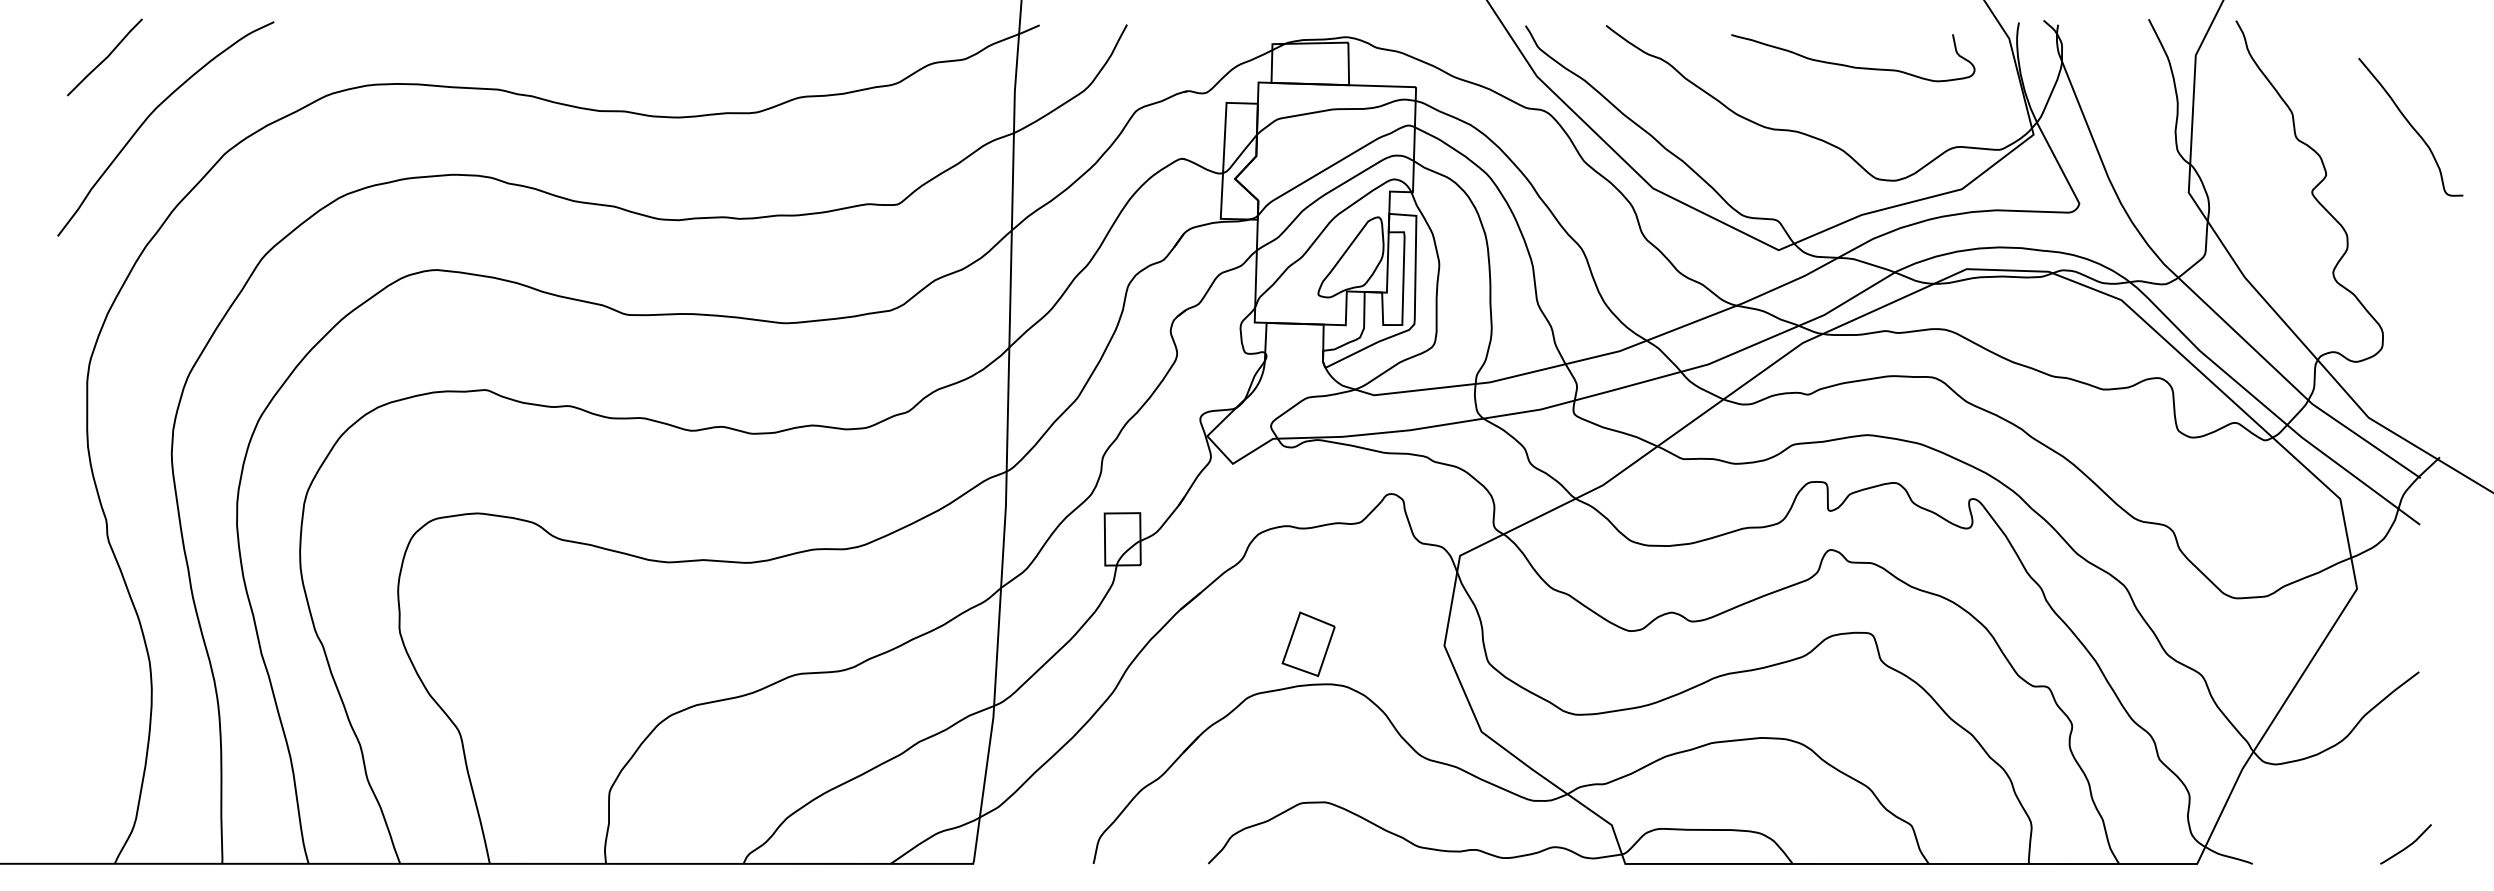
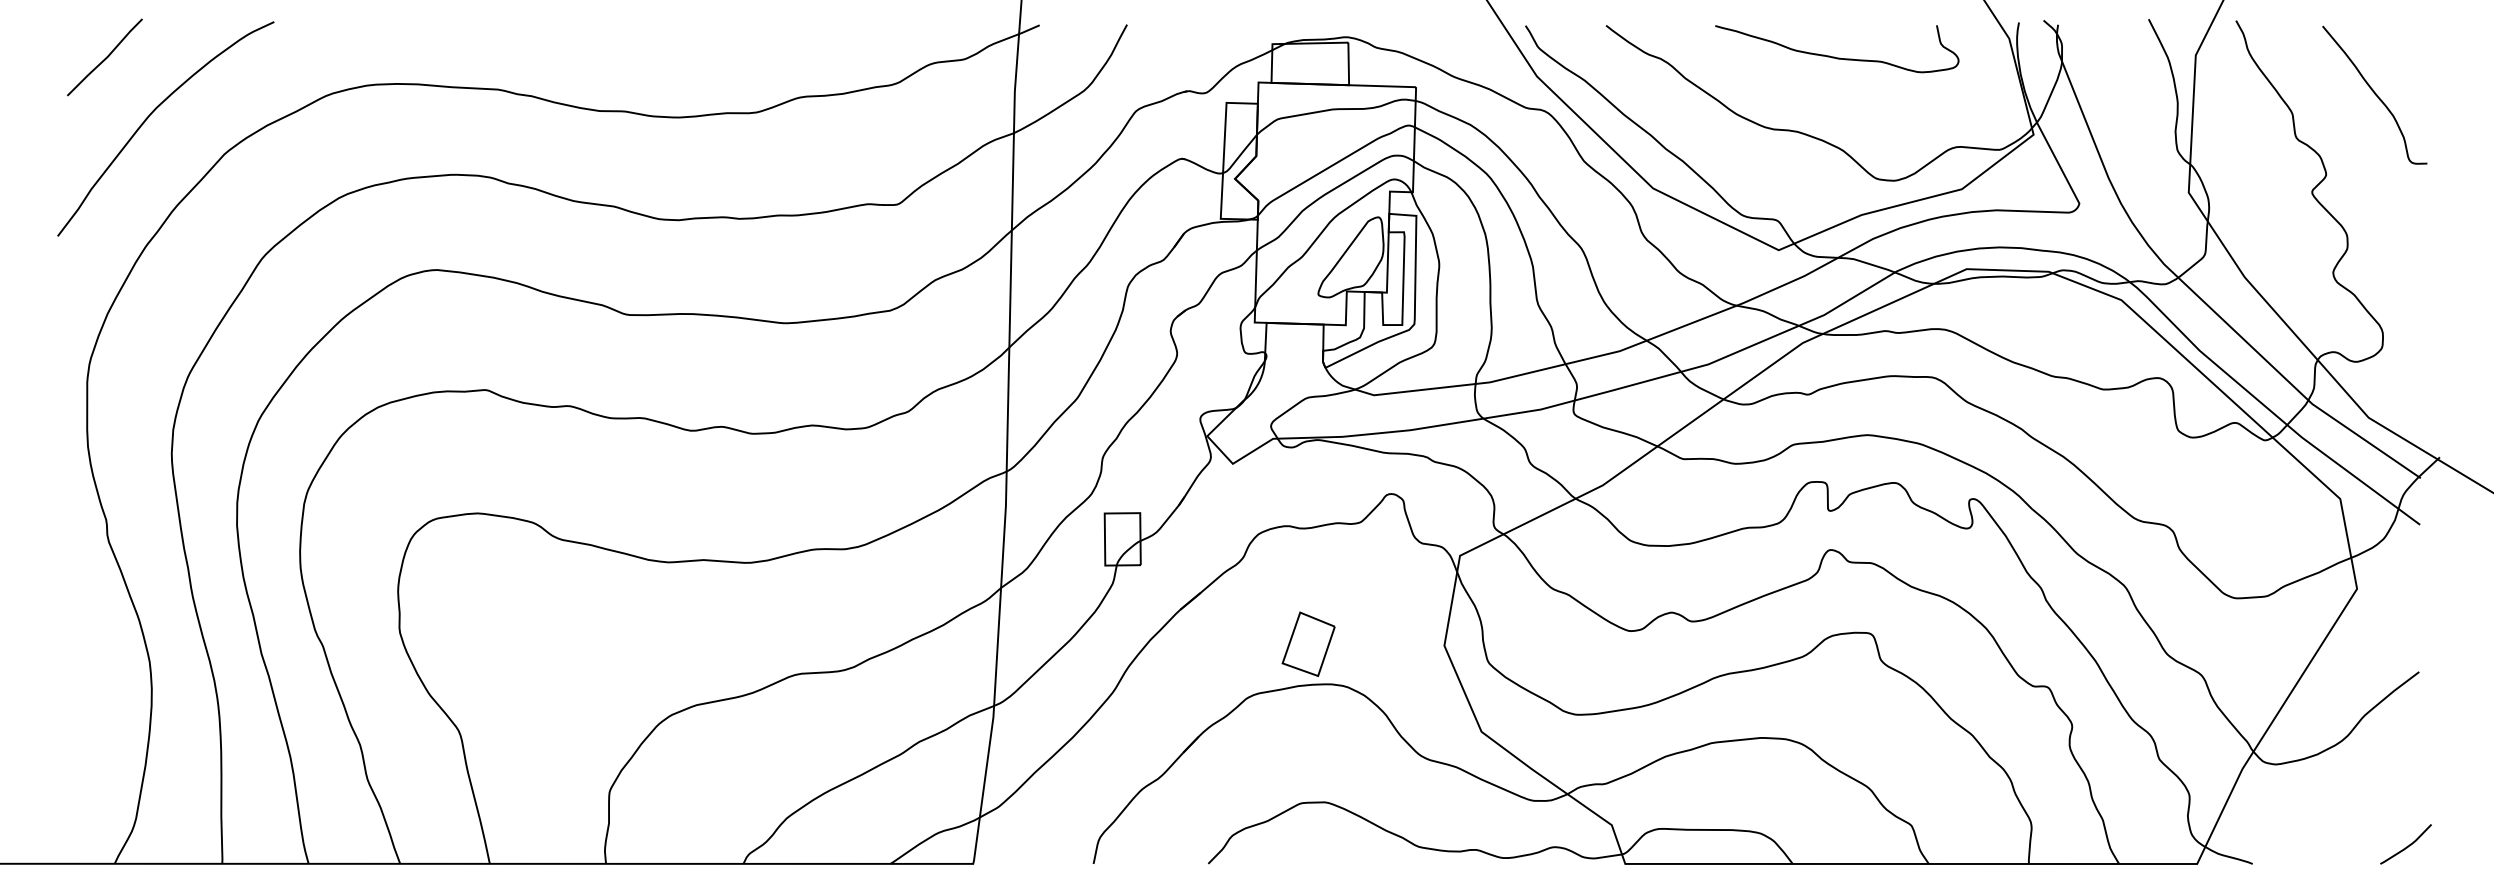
curve at (1850, 65) position: (1850, 65) -> (1834, 56)
curve at (2410, 126) position: (2410, 126) -> (2374, 94)
